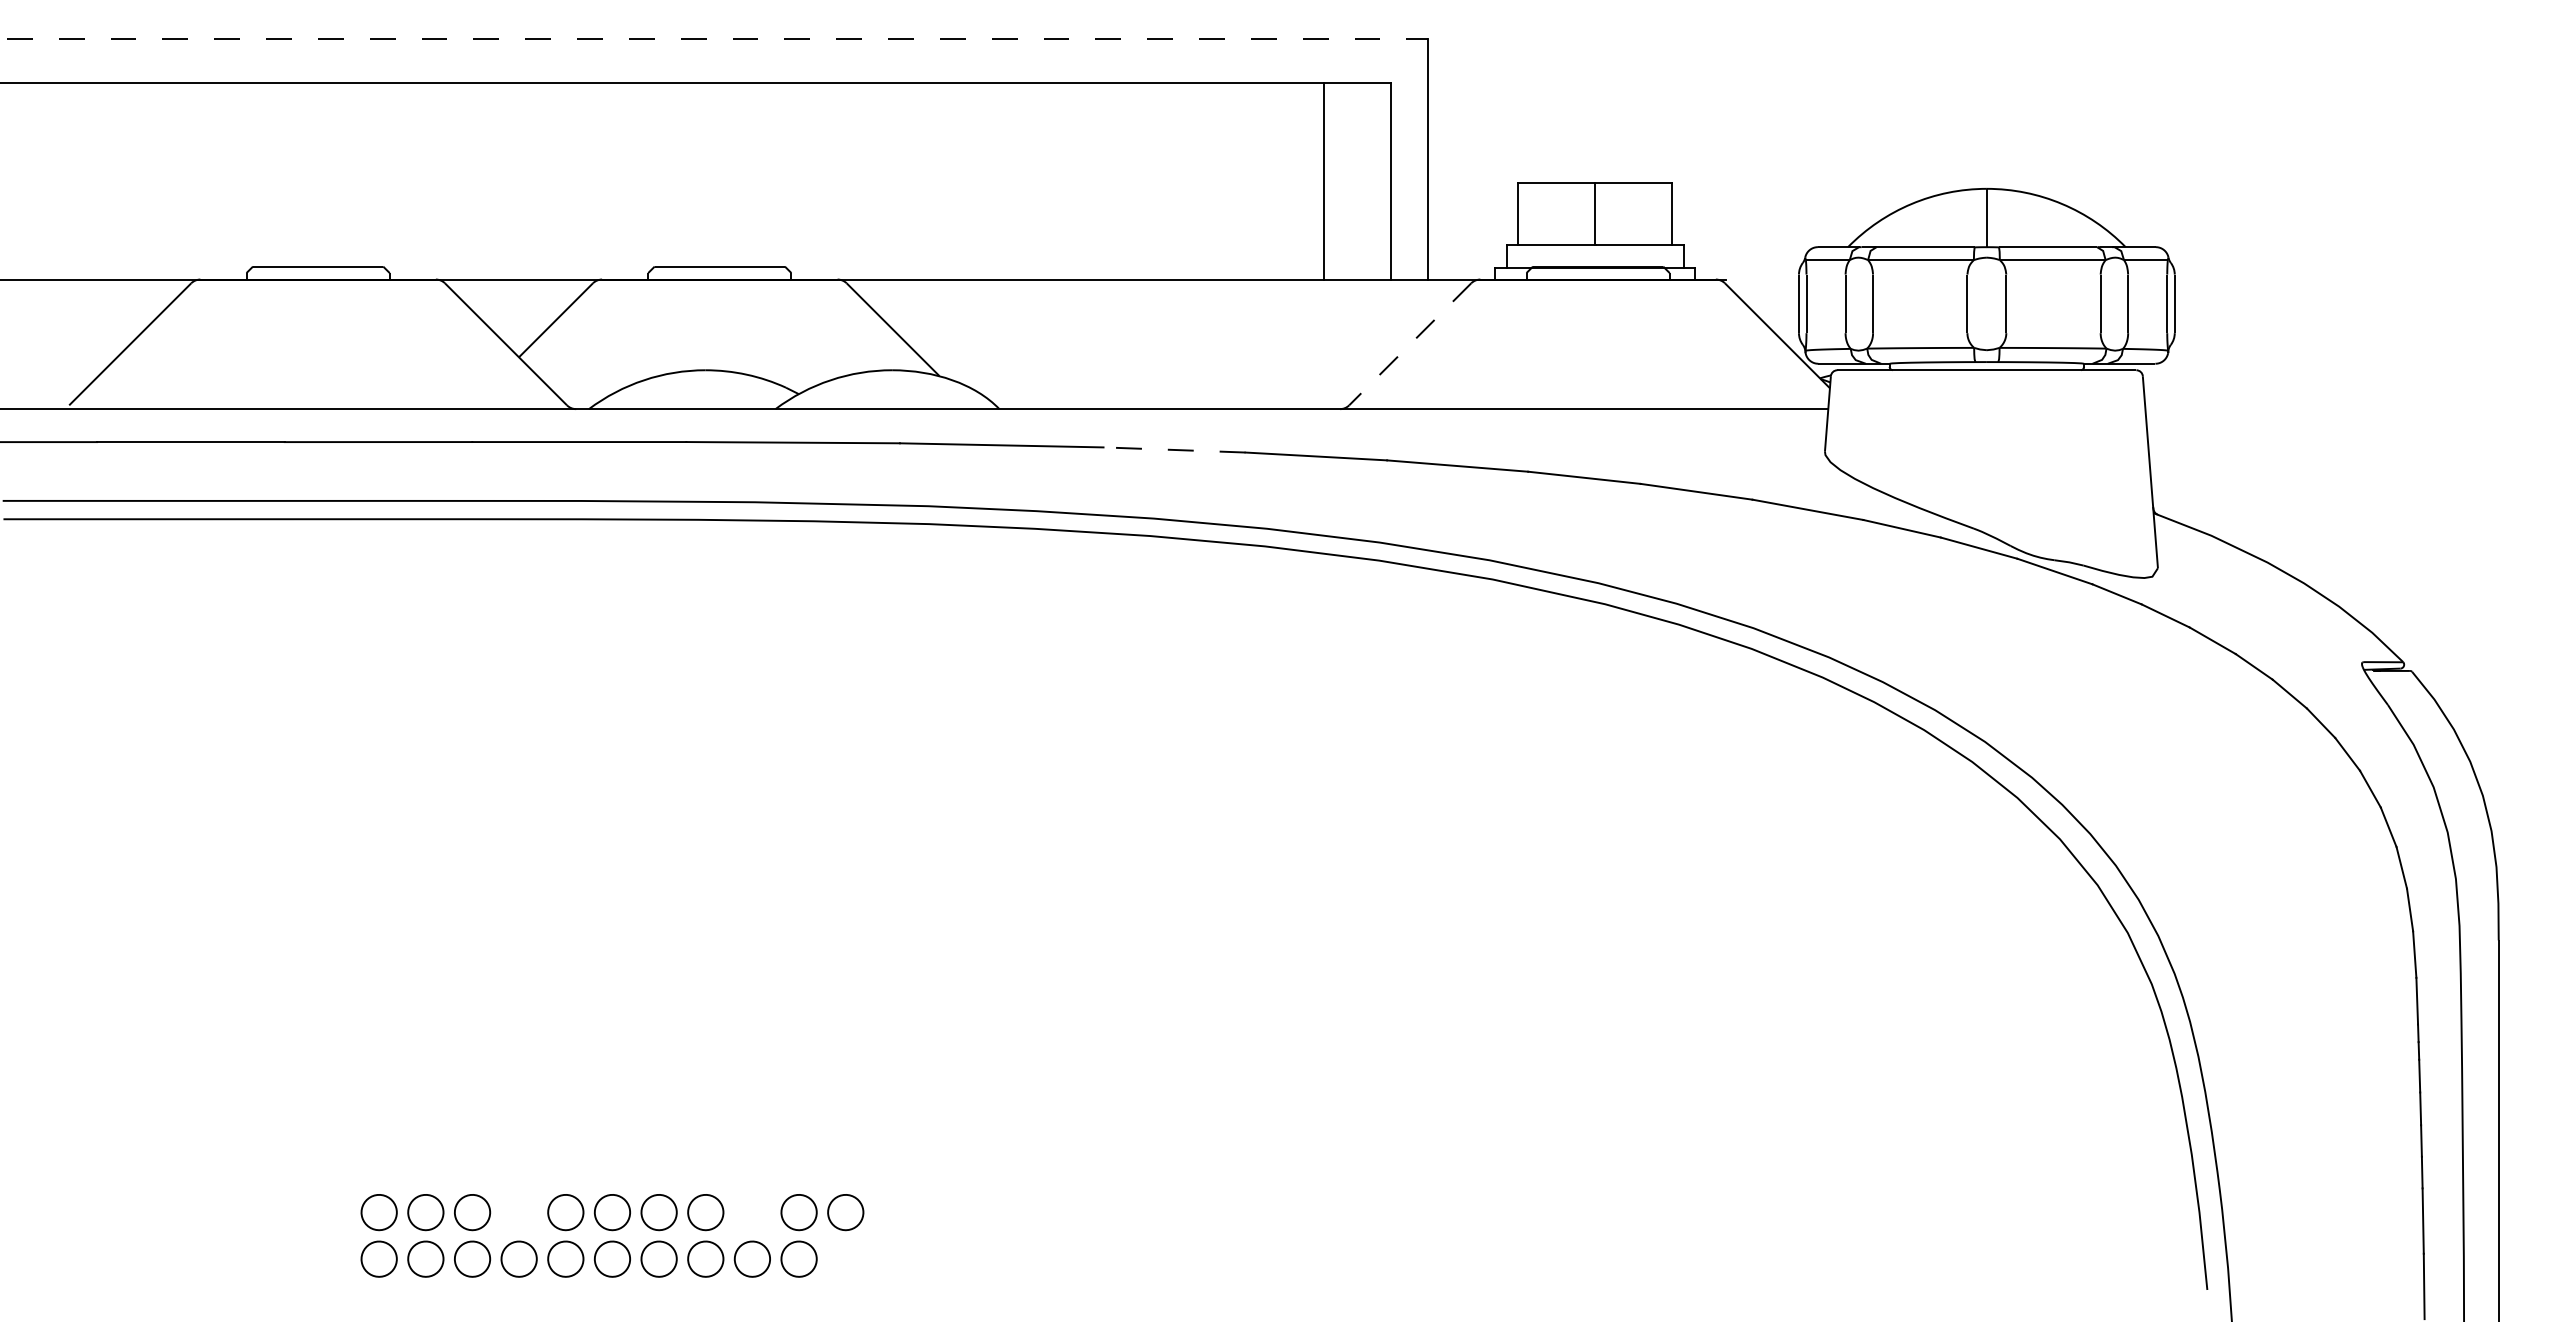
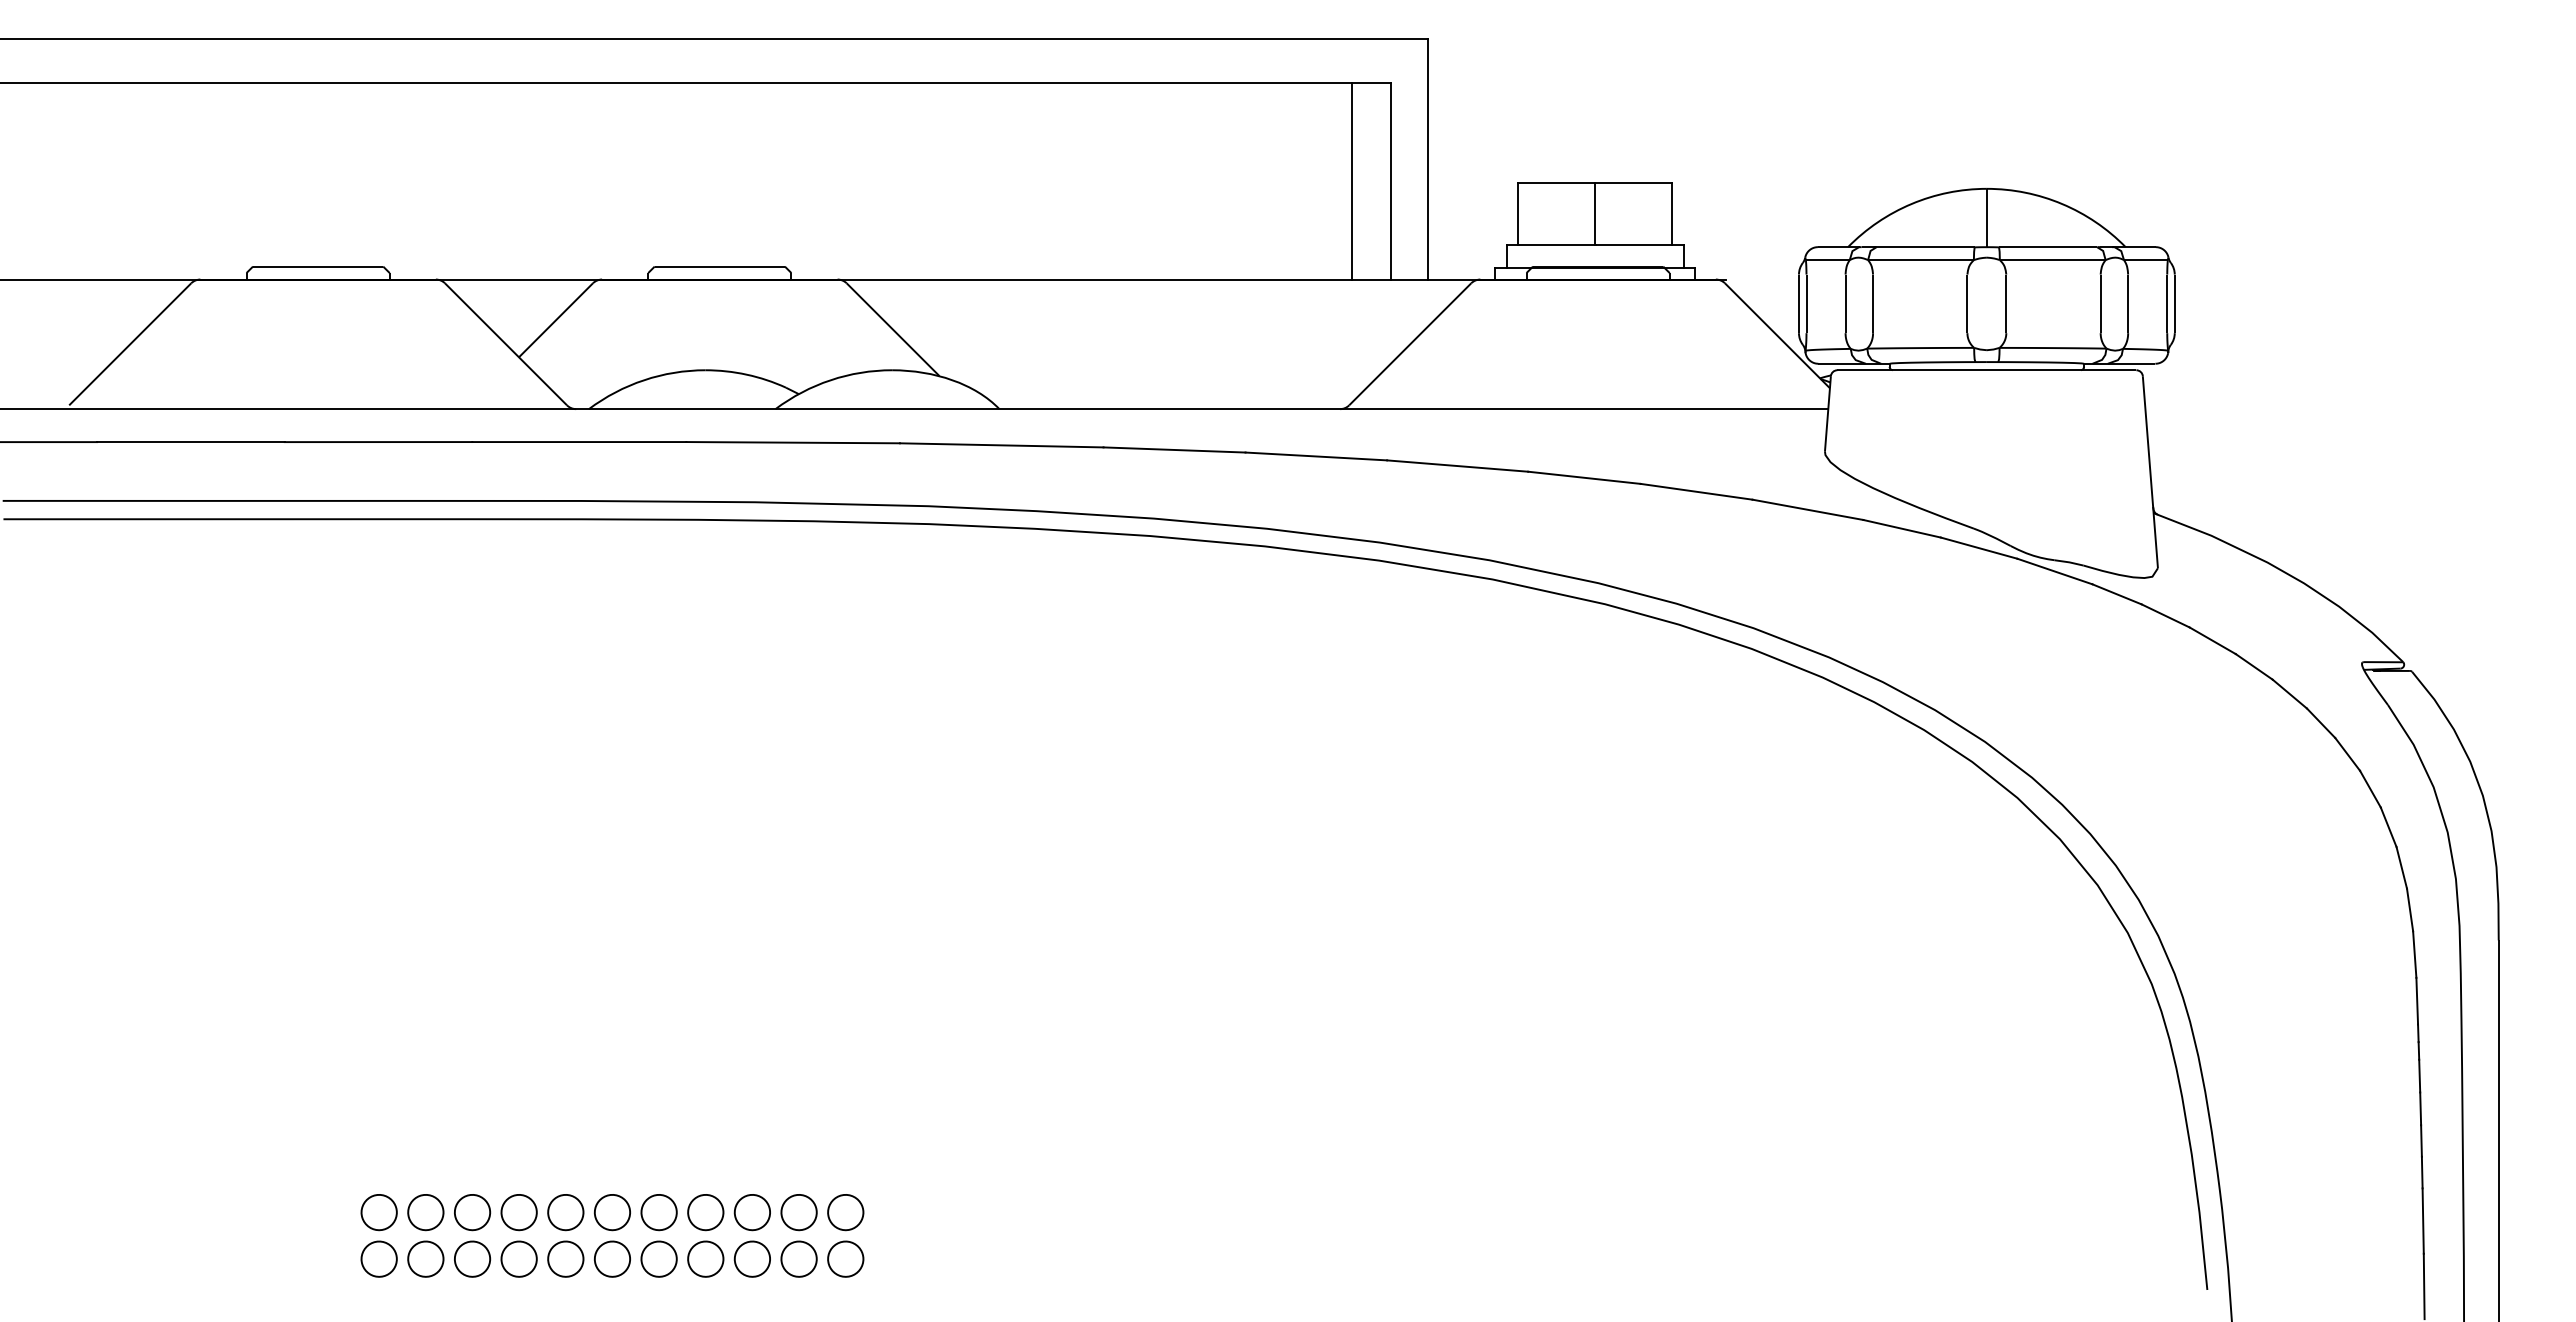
line at (714, 39): dashed -> solid
line at (1323, 181) position: (1323, 181) -> (1351, 181)
line at (1409, 344): dashed -> solid
line at (1174, 449): dashed -> solid
part at (518, 1212): none -> present
part at (751, 1212): none -> present
part at (845, 1258): none -> present
